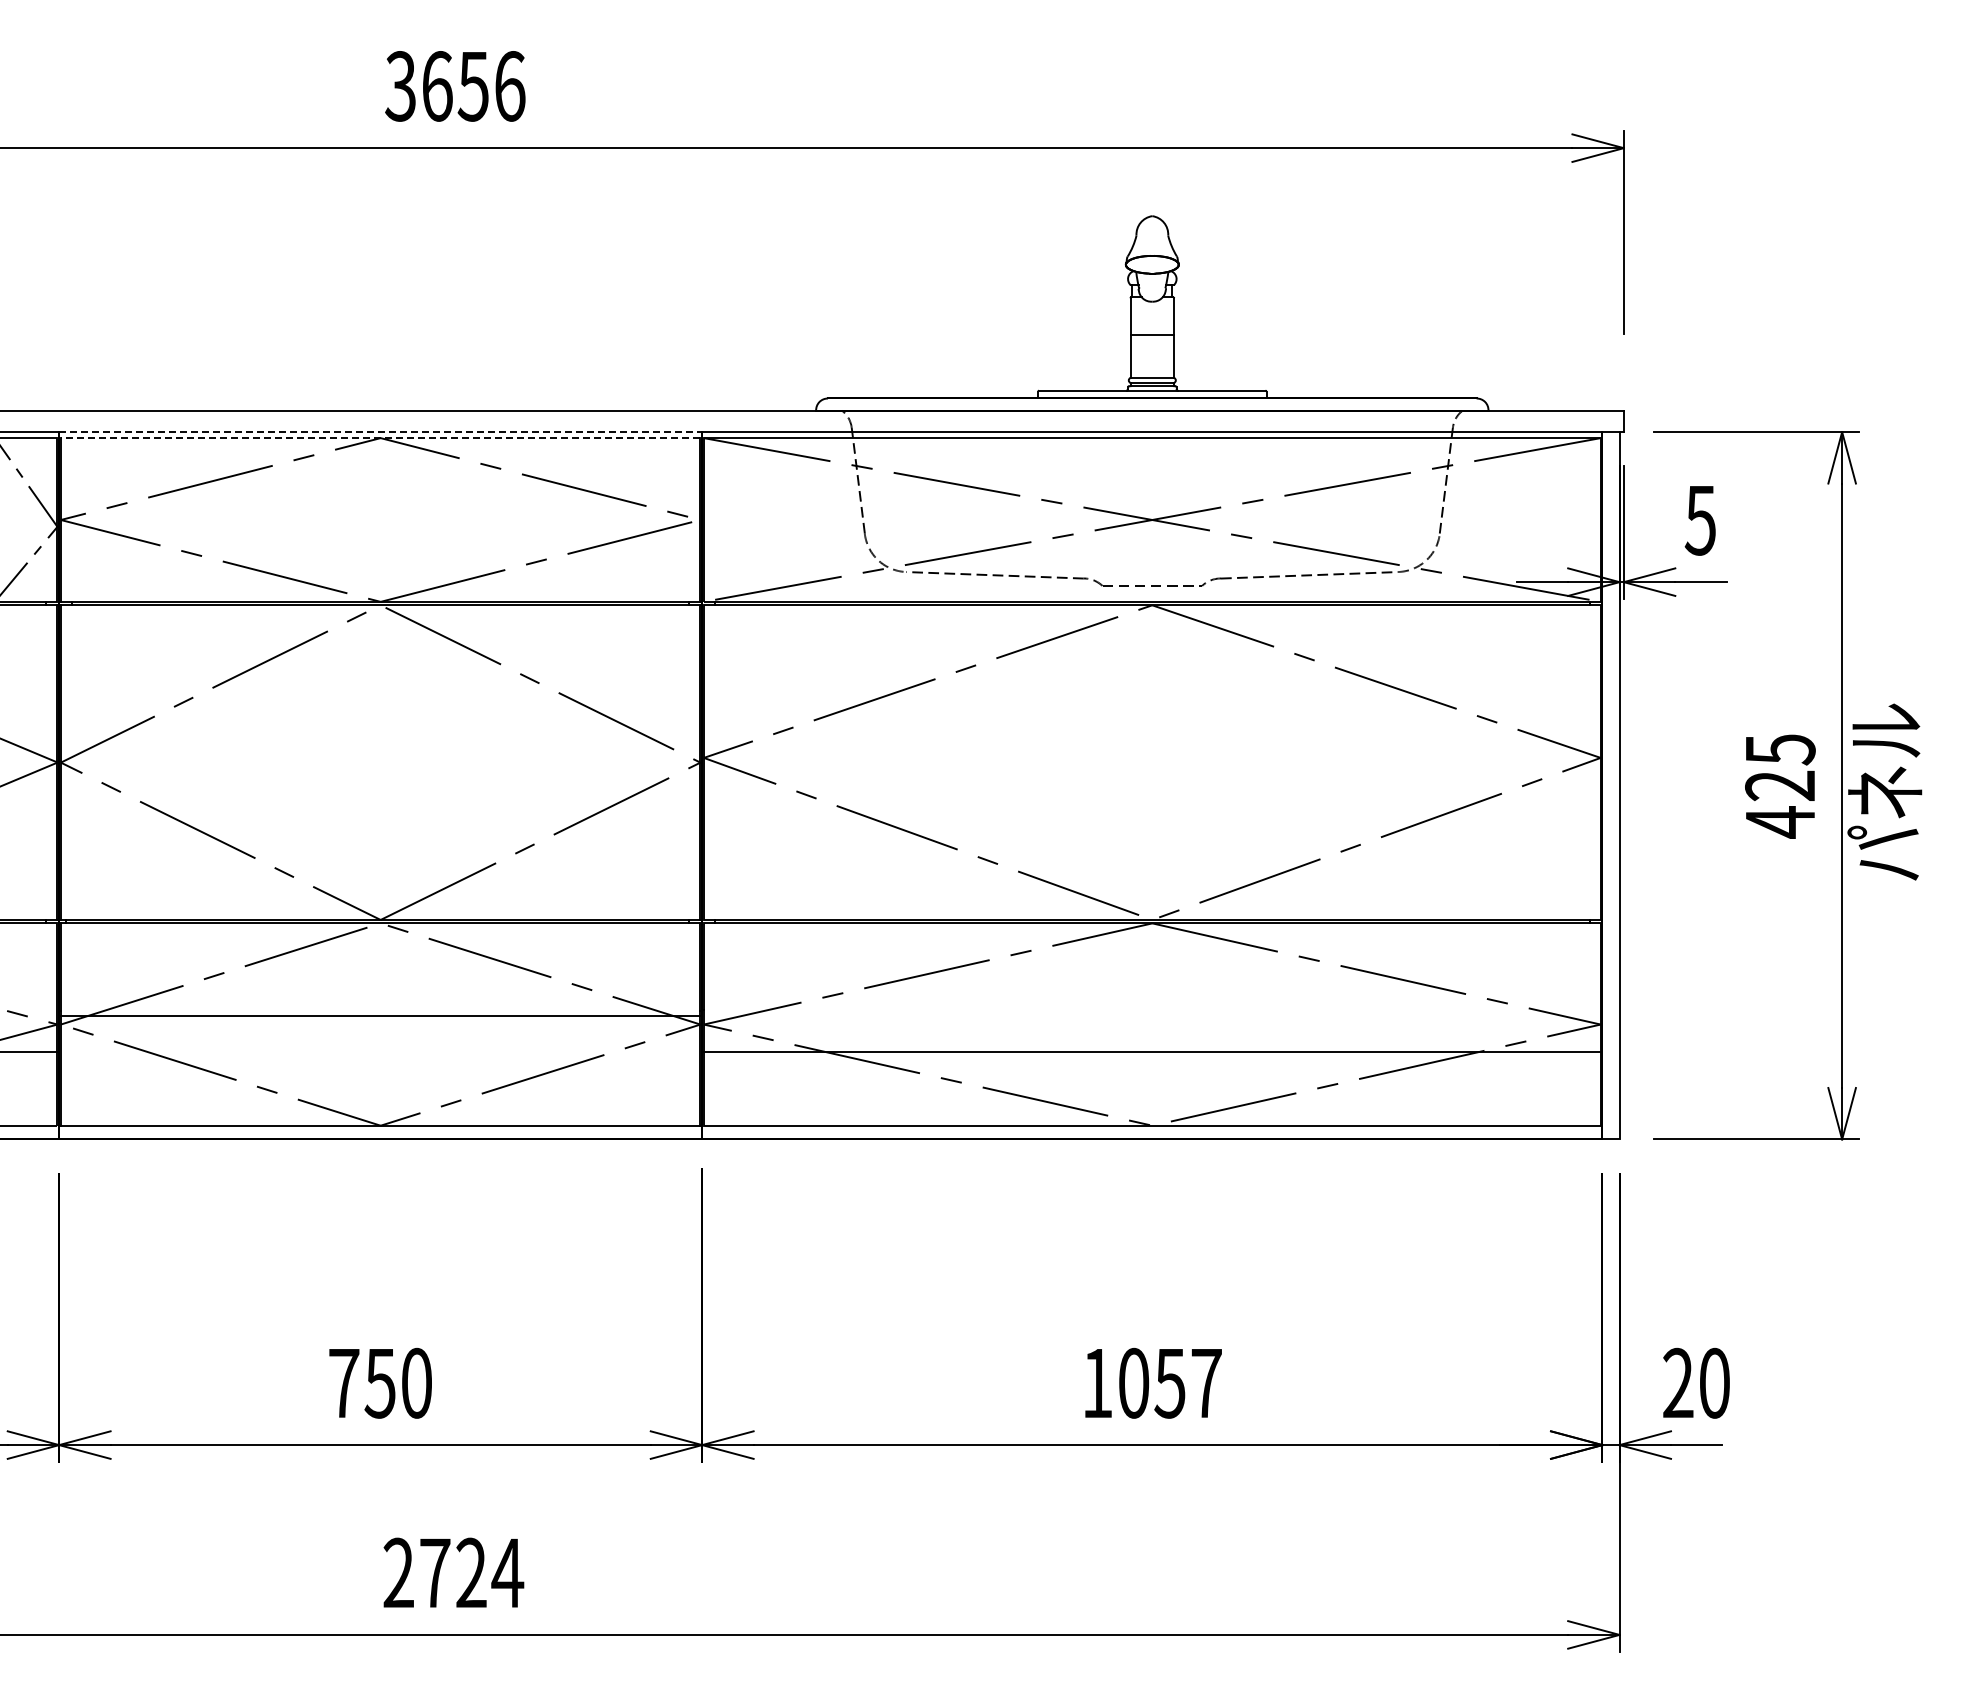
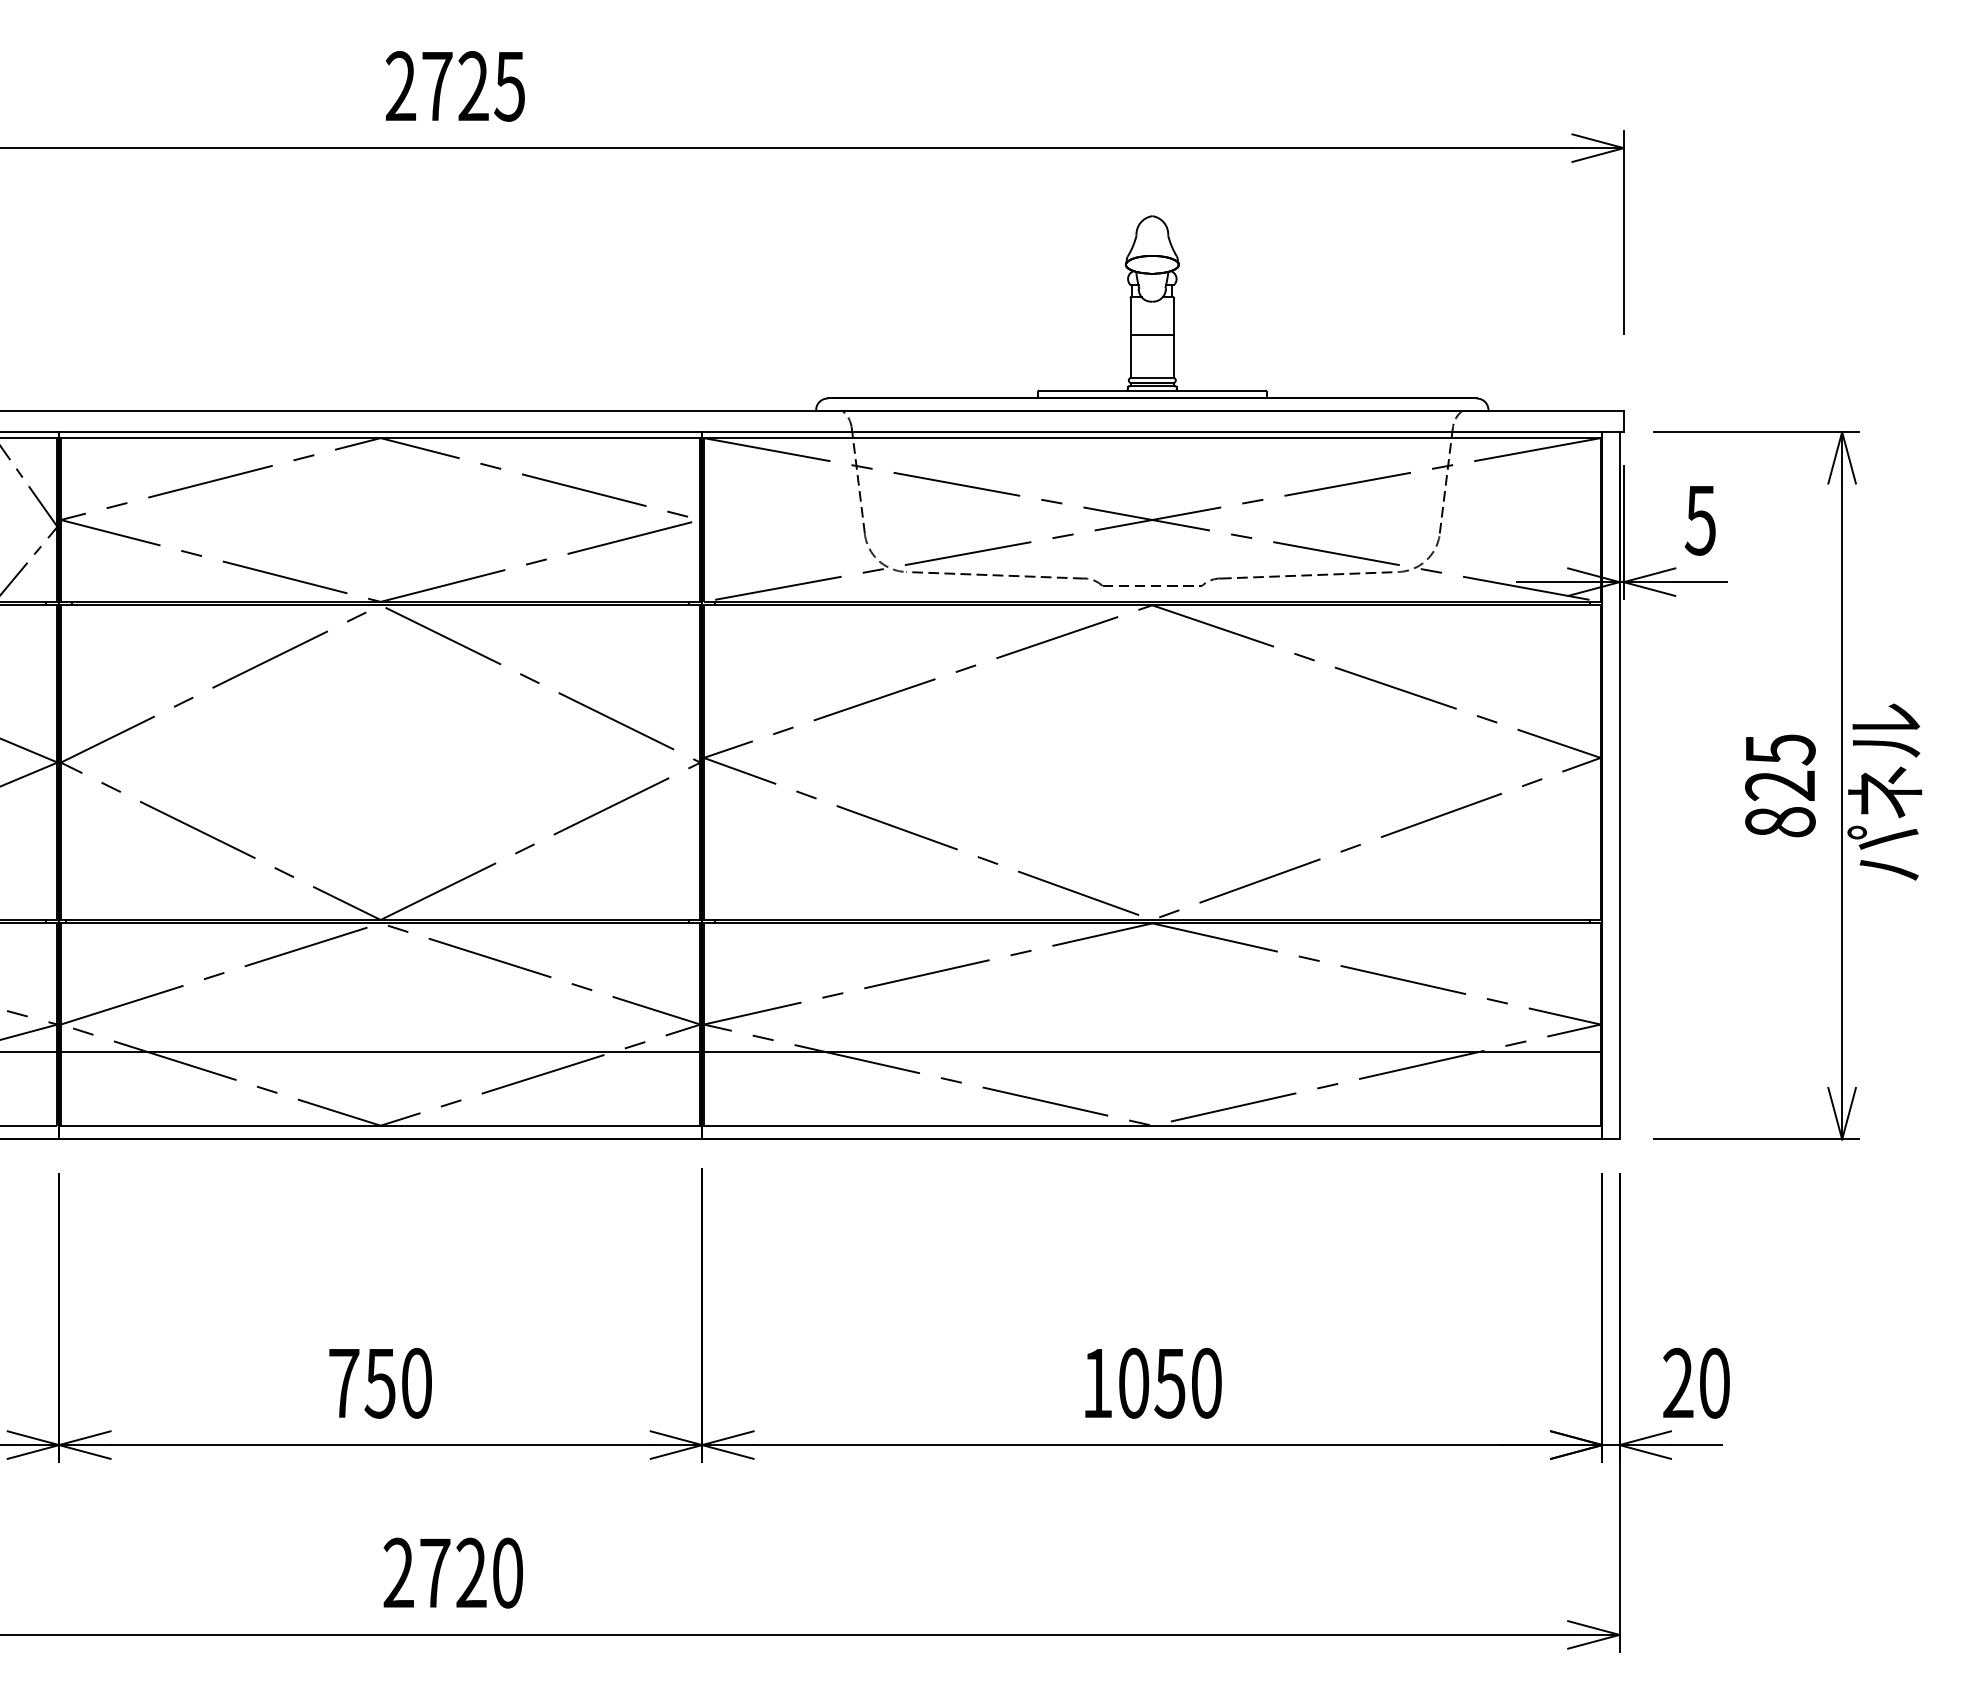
text at (455, 86): 3656 -> 2725
line at (380, 432): dashed -> solid
line at (380, 438): dashed -> solid
text at (1780, 822): 425 -> 825
line at (380, 1016) position: (380, 1016) -> (380, 1052)
text at (1206, 1382): 1057 -> 1050
text at (507, 1572): 2724 -> 2720
